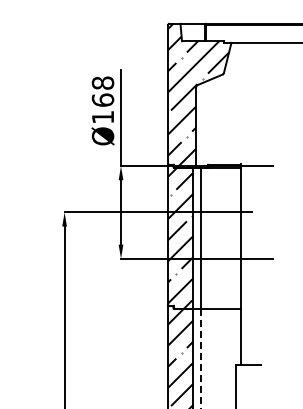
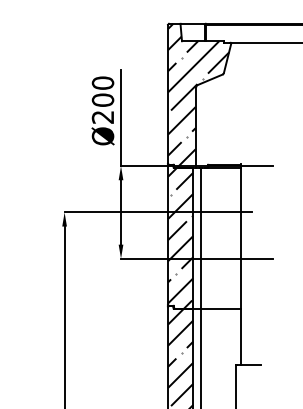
text at (102, 99): Ø168 -> Ø200
line at (200, 358): dashed -> solid
